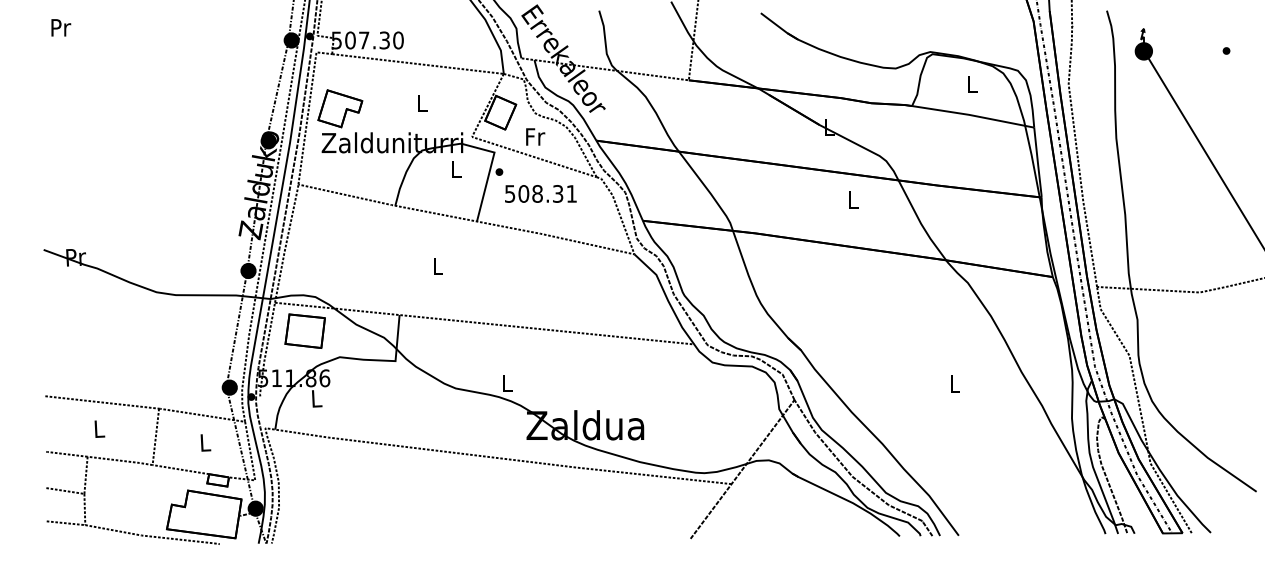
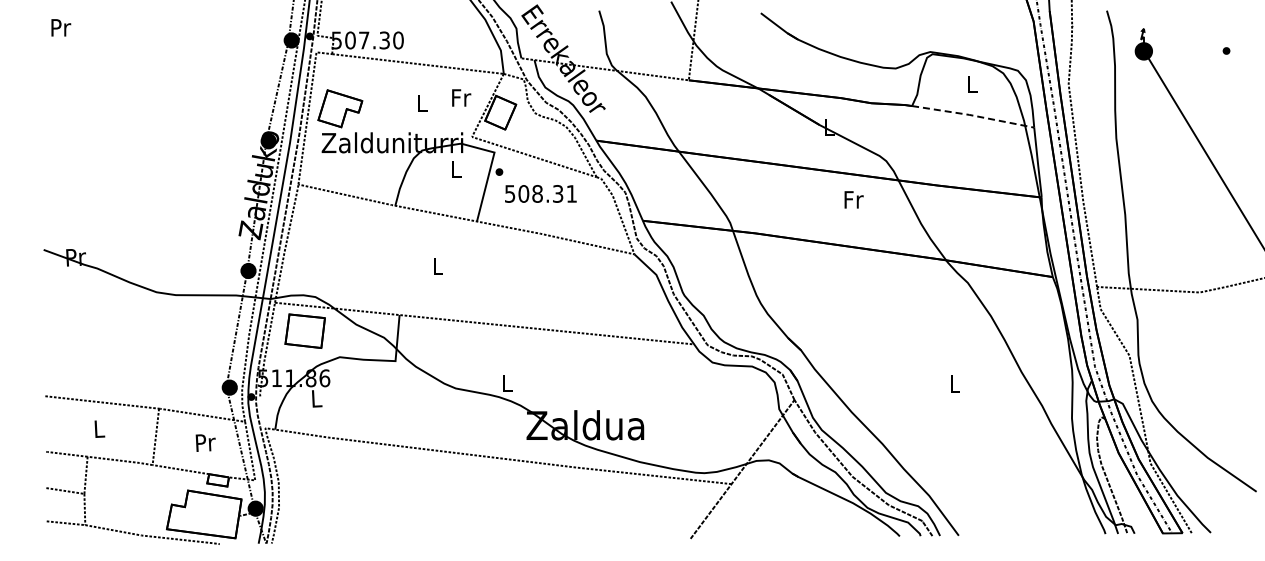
line at (973, 115): solid -> dashed
text at (535, 136) position: (535, 136) -> (461, 97)
text at (853, 199): L -> Fr
text at (205, 442): L -> Pr
